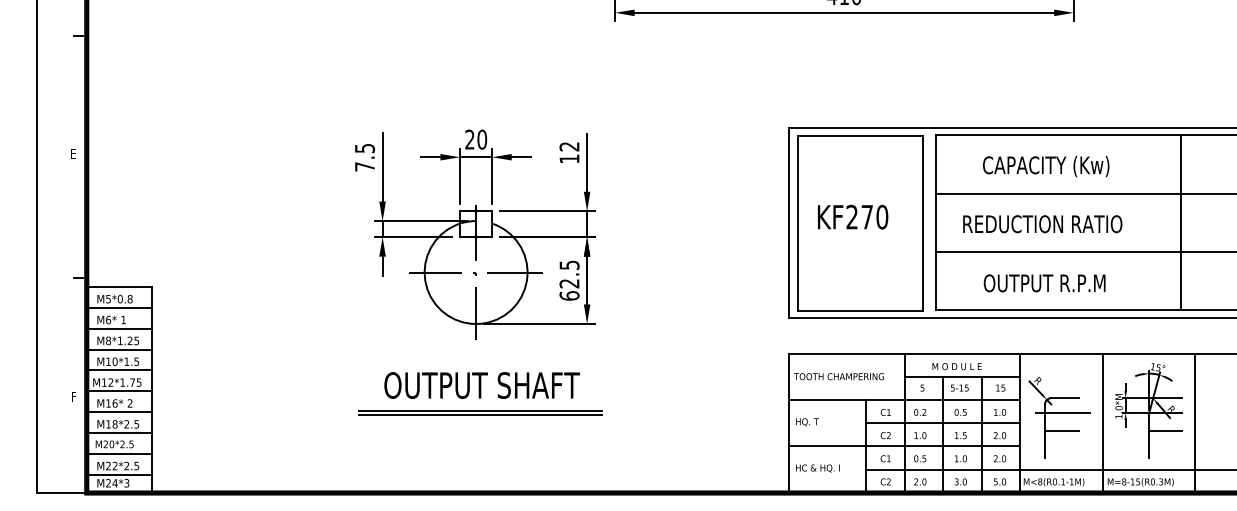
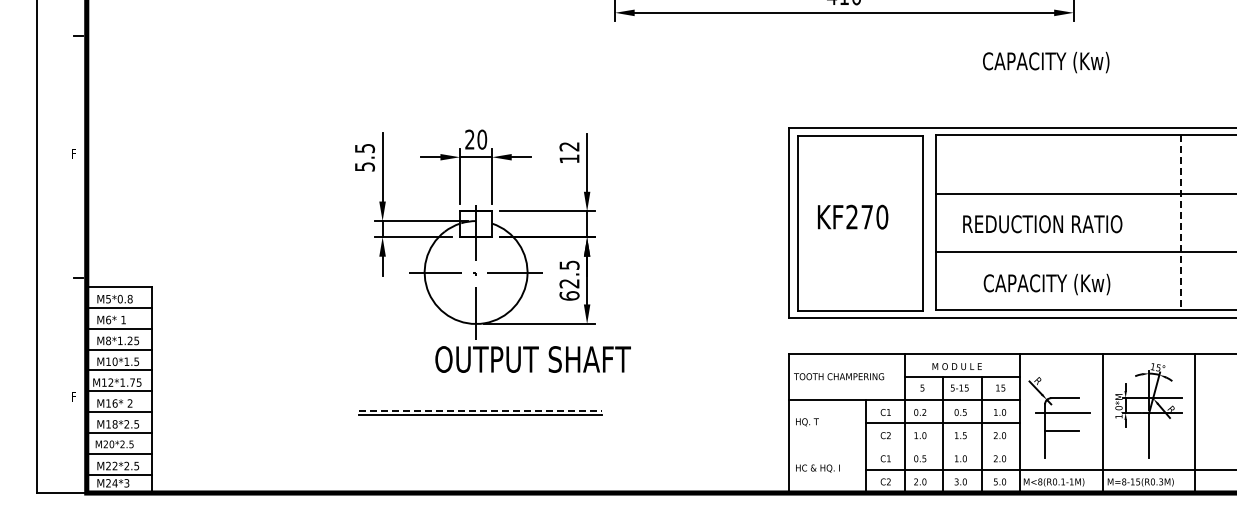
text at (73, 153): E -> F
text at (365, 166): 7.5 -> 5.5
text at (1046, 166) position: (1046, 166) -> (1046, 62)
line at (1180, 222): solid -> dashed
text at (1049, 284): OUTPUT R.P.M -> CAPACITY (Kw)
text at (481, 385) position: (481, 385) -> (532, 359)
line at (480, 410): solid -> dashed
line at (1165, 431): present -> none
line at (904, 446): present -> none
